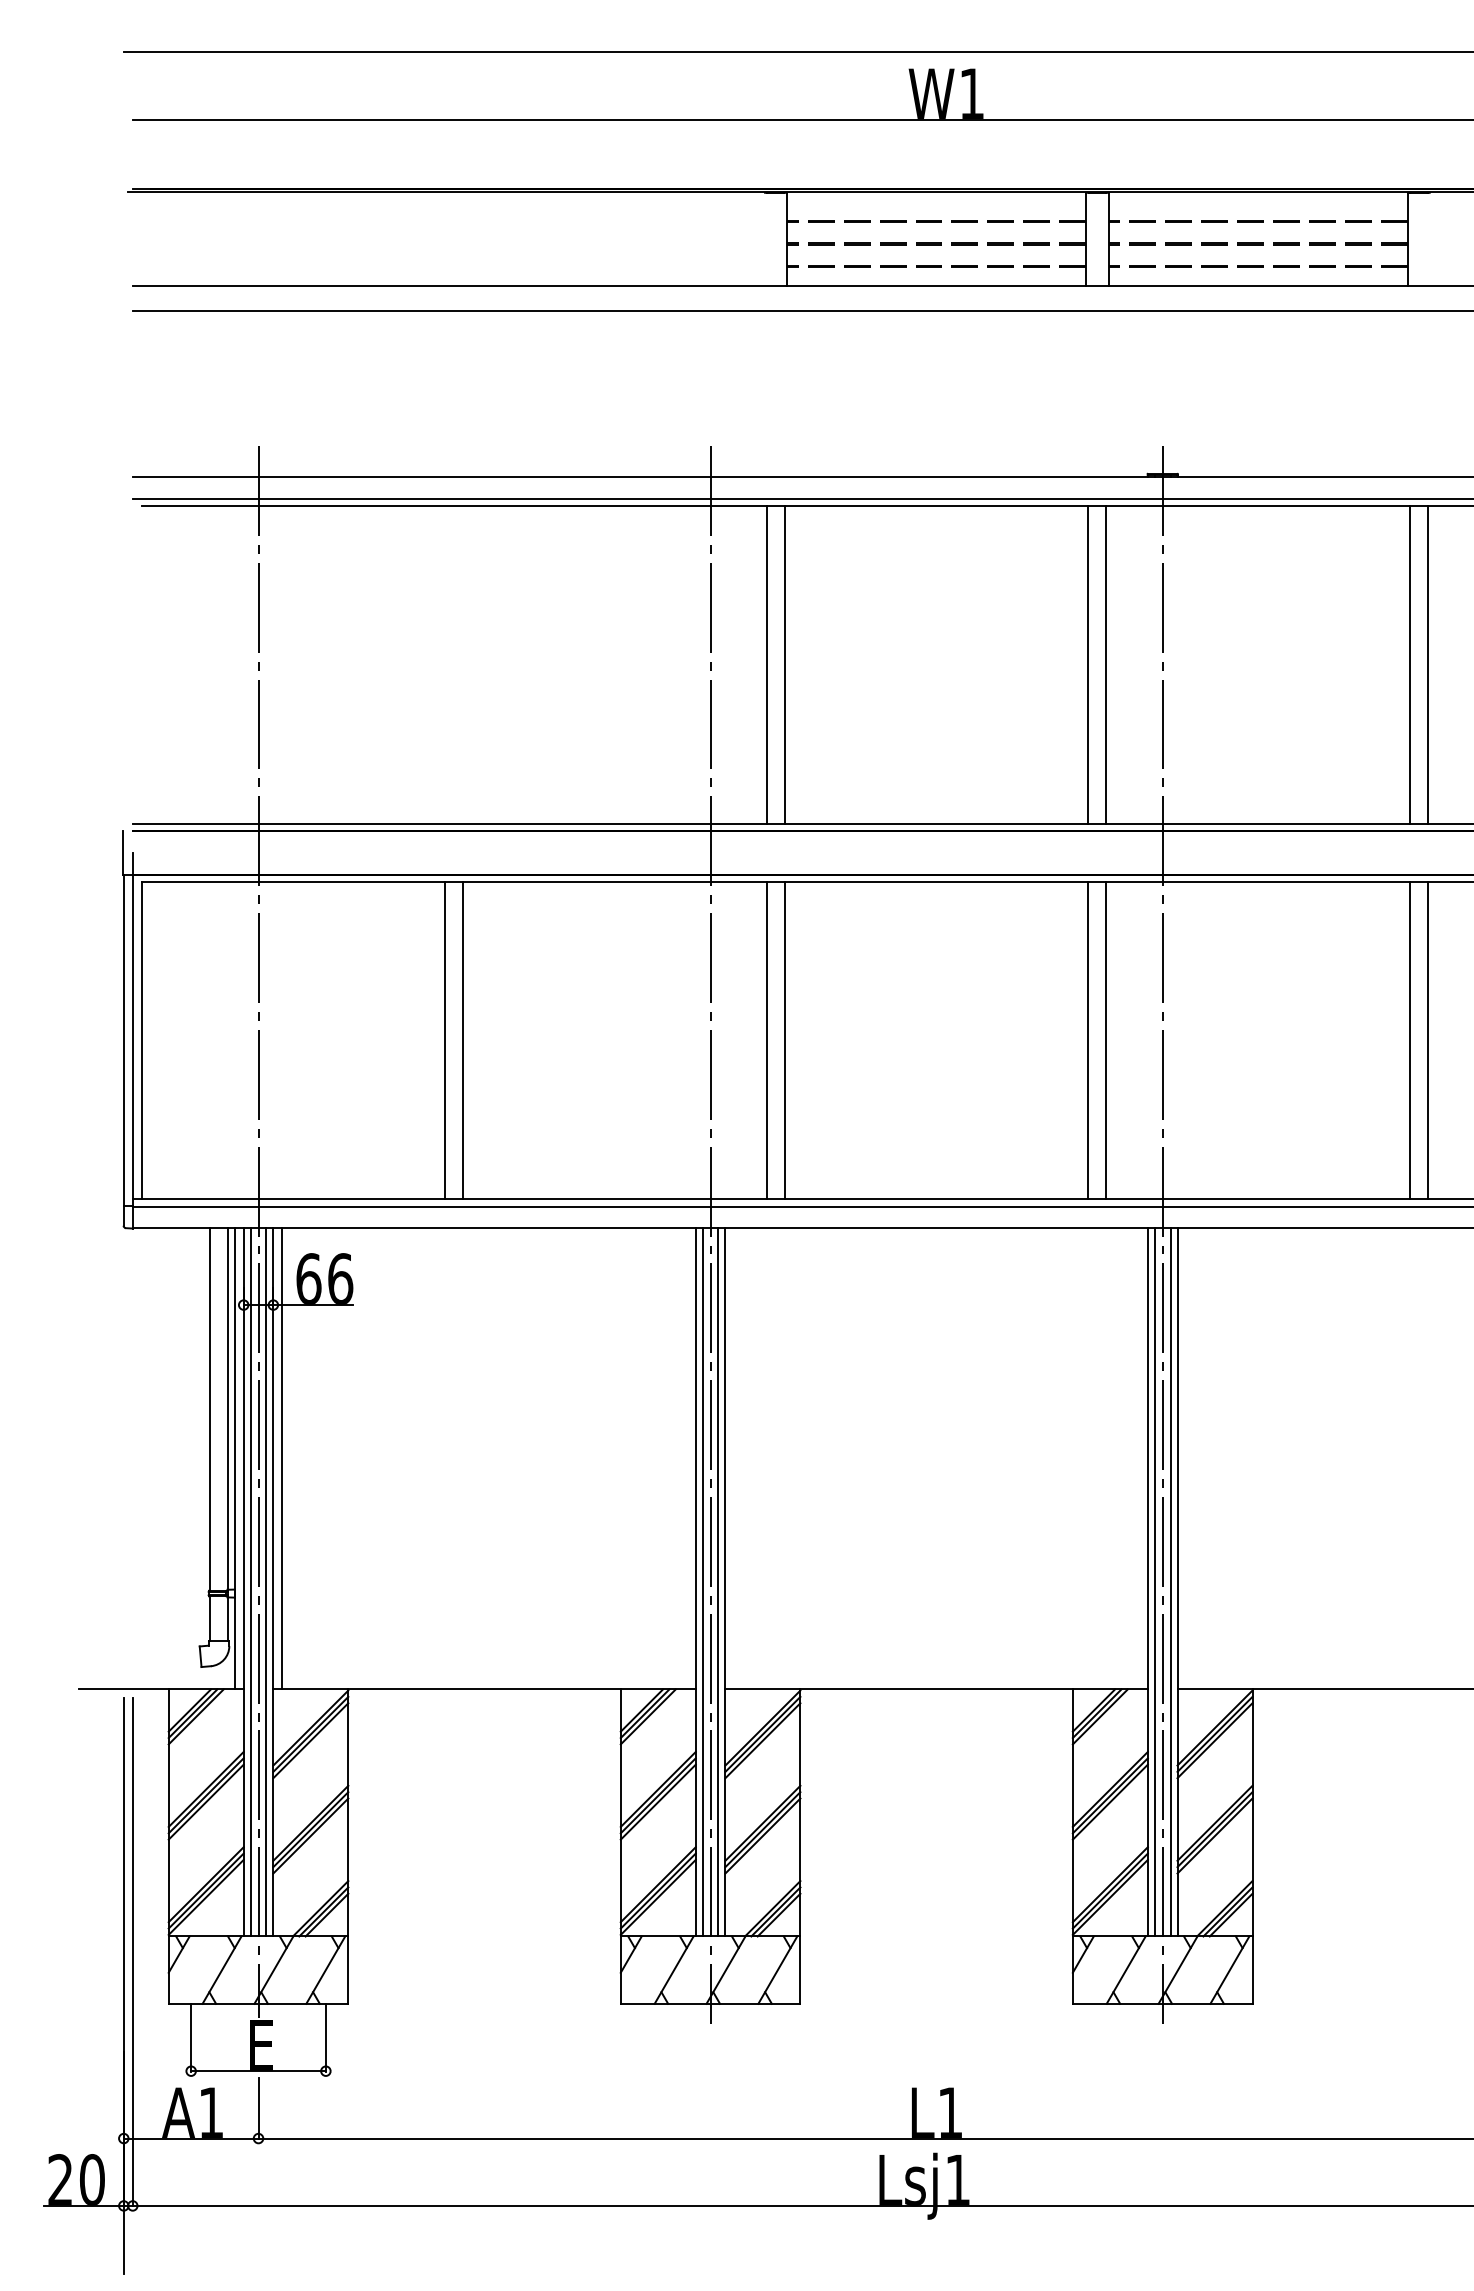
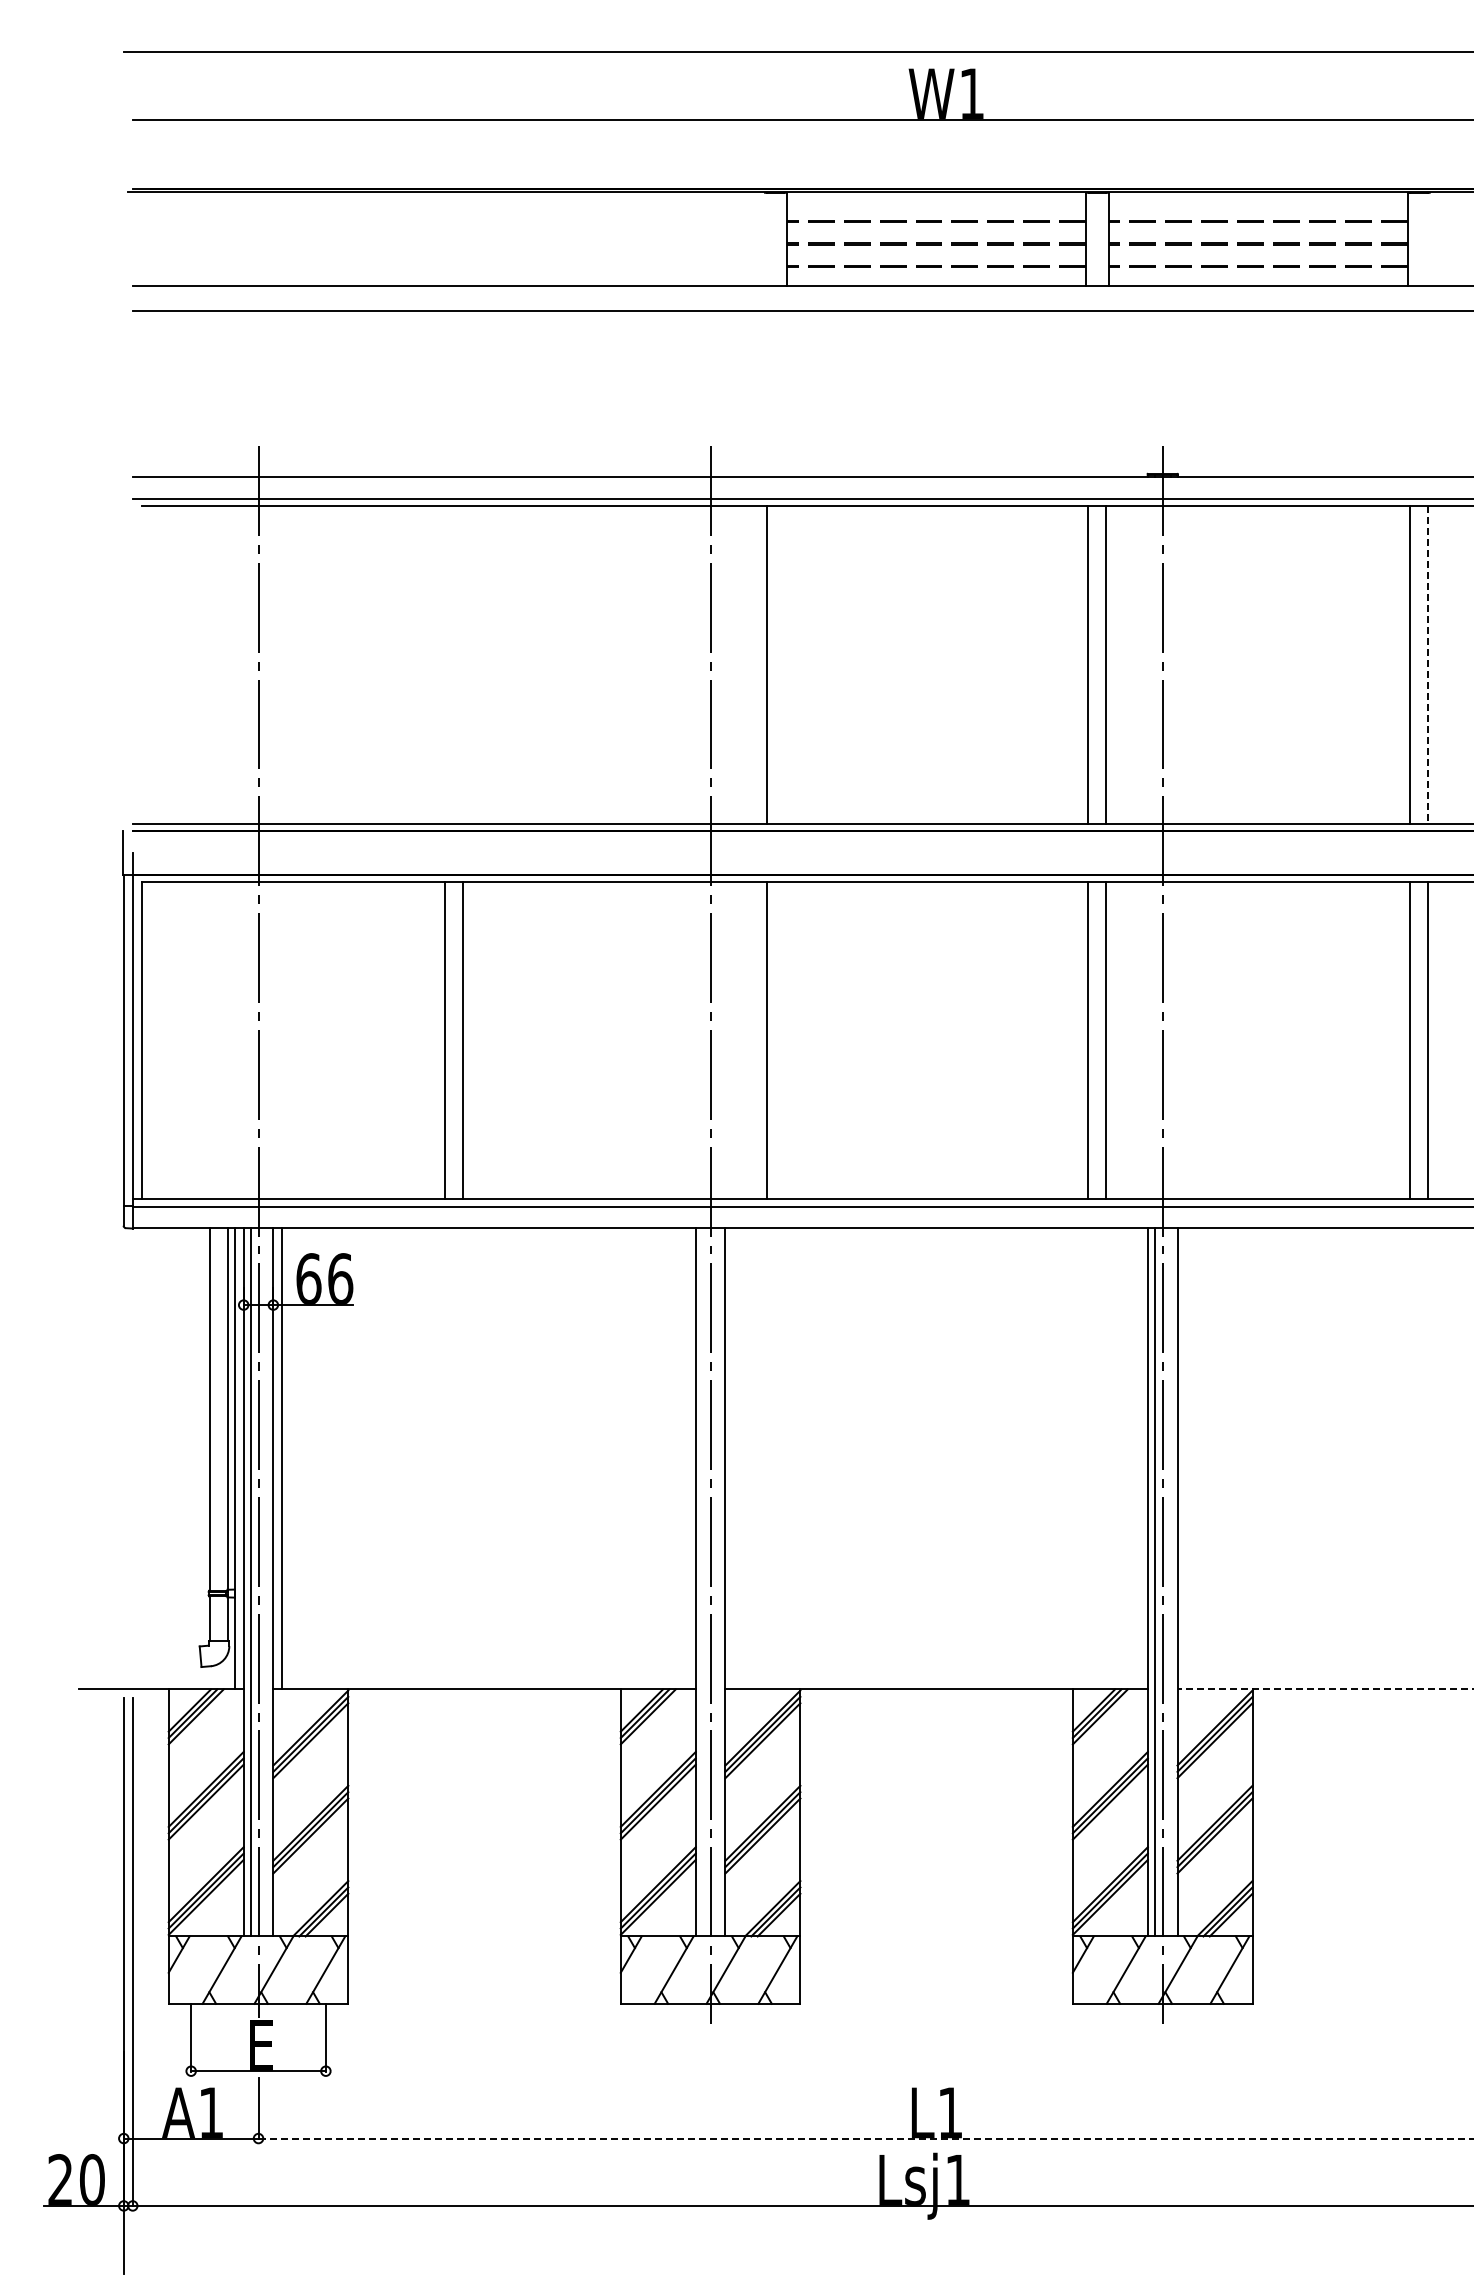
line at (784, 664): present -> none
line at (1427, 664): solid -> dashed
line at (784, 1040): present -> none
line at (266, 1582): present -> none
line at (702, 1582): present -> none
line at (718, 1582): present -> none
line at (1170, 1582): present -> none
line at (1325, 1689): solid -> dashed
line at (866, 2138): solid -> dashed
